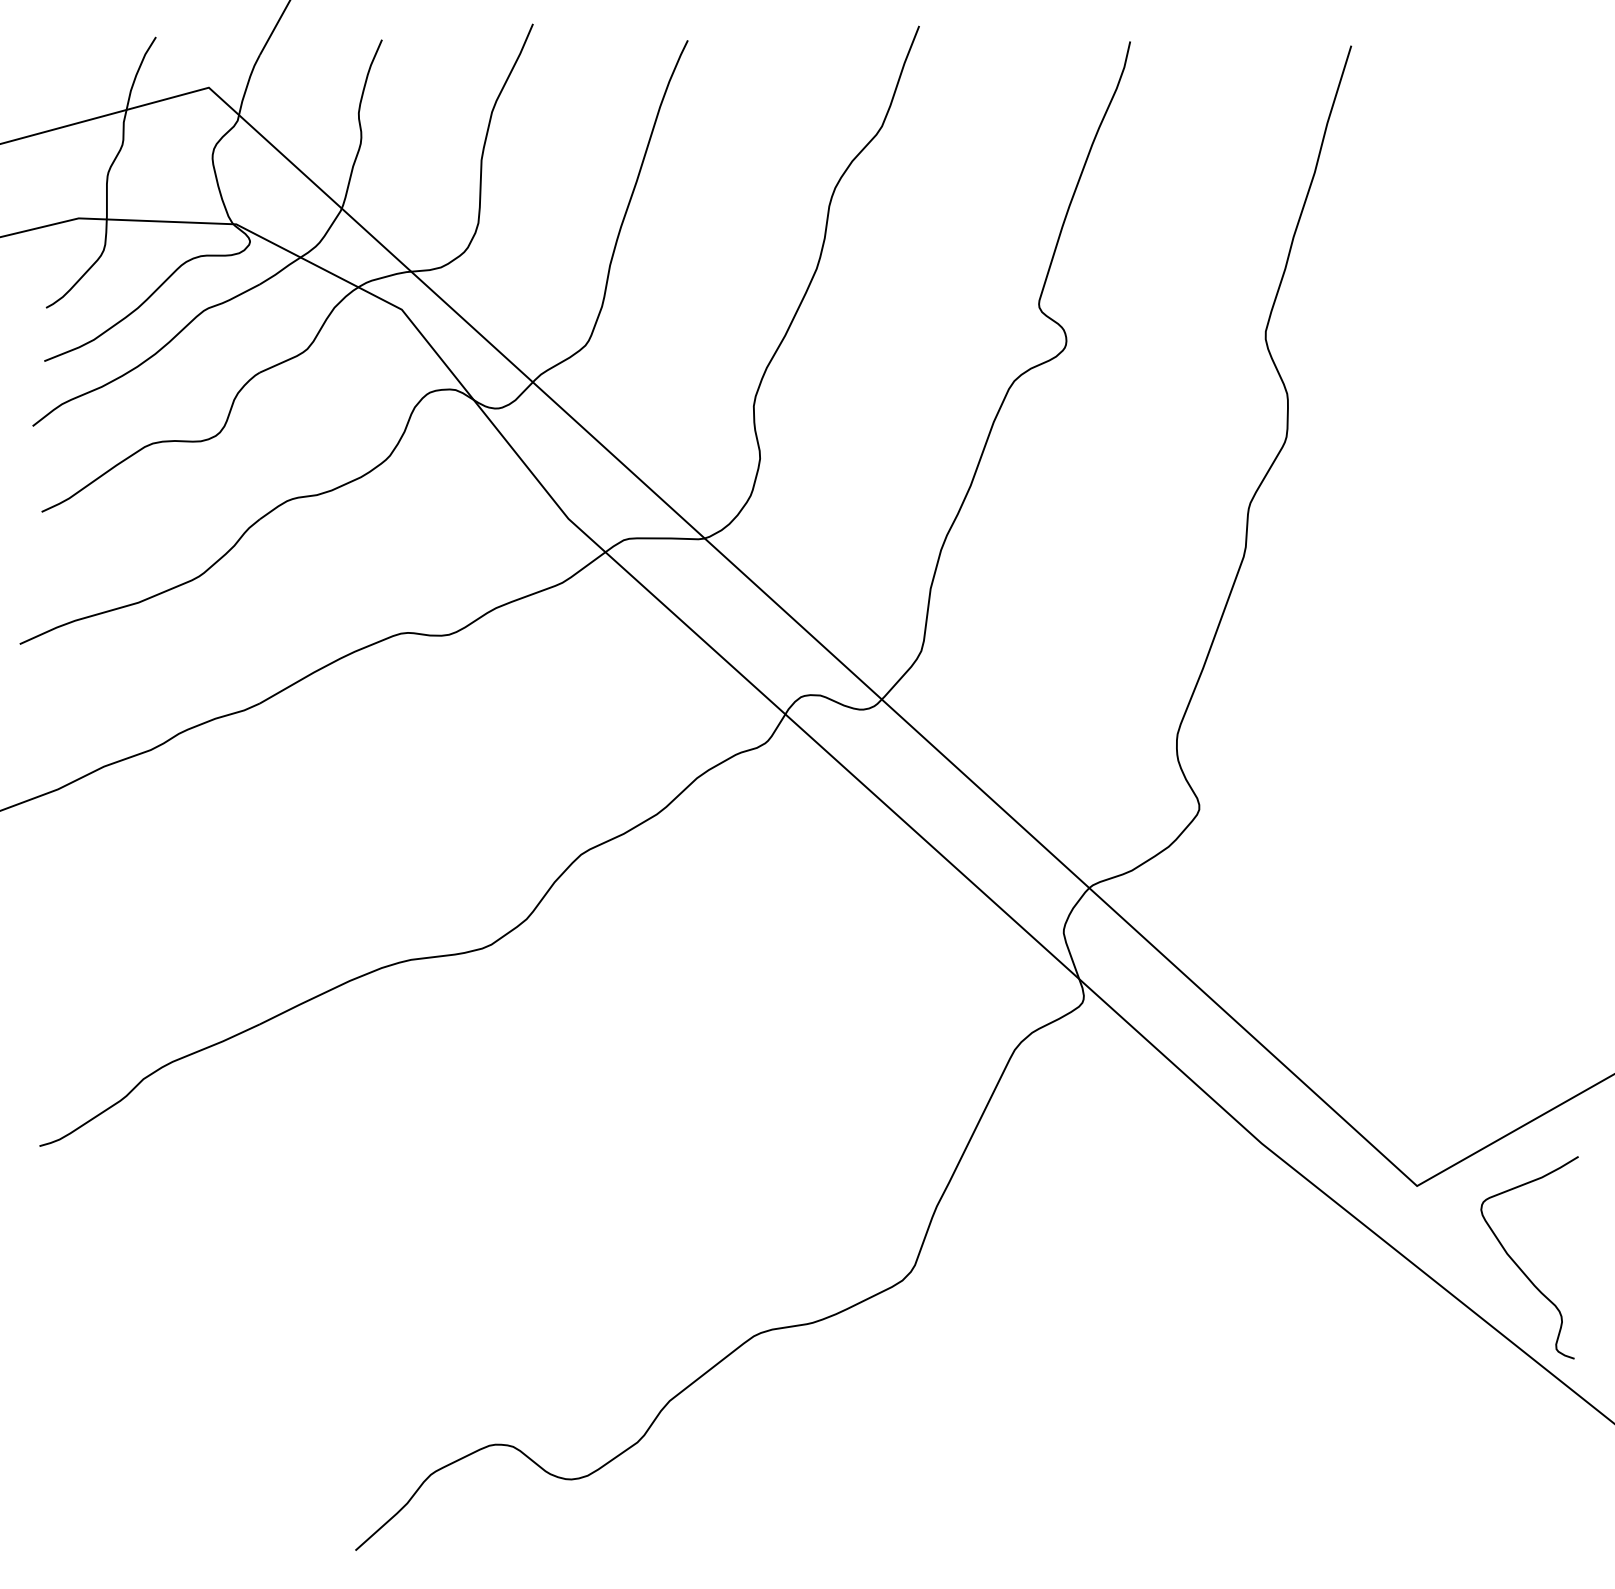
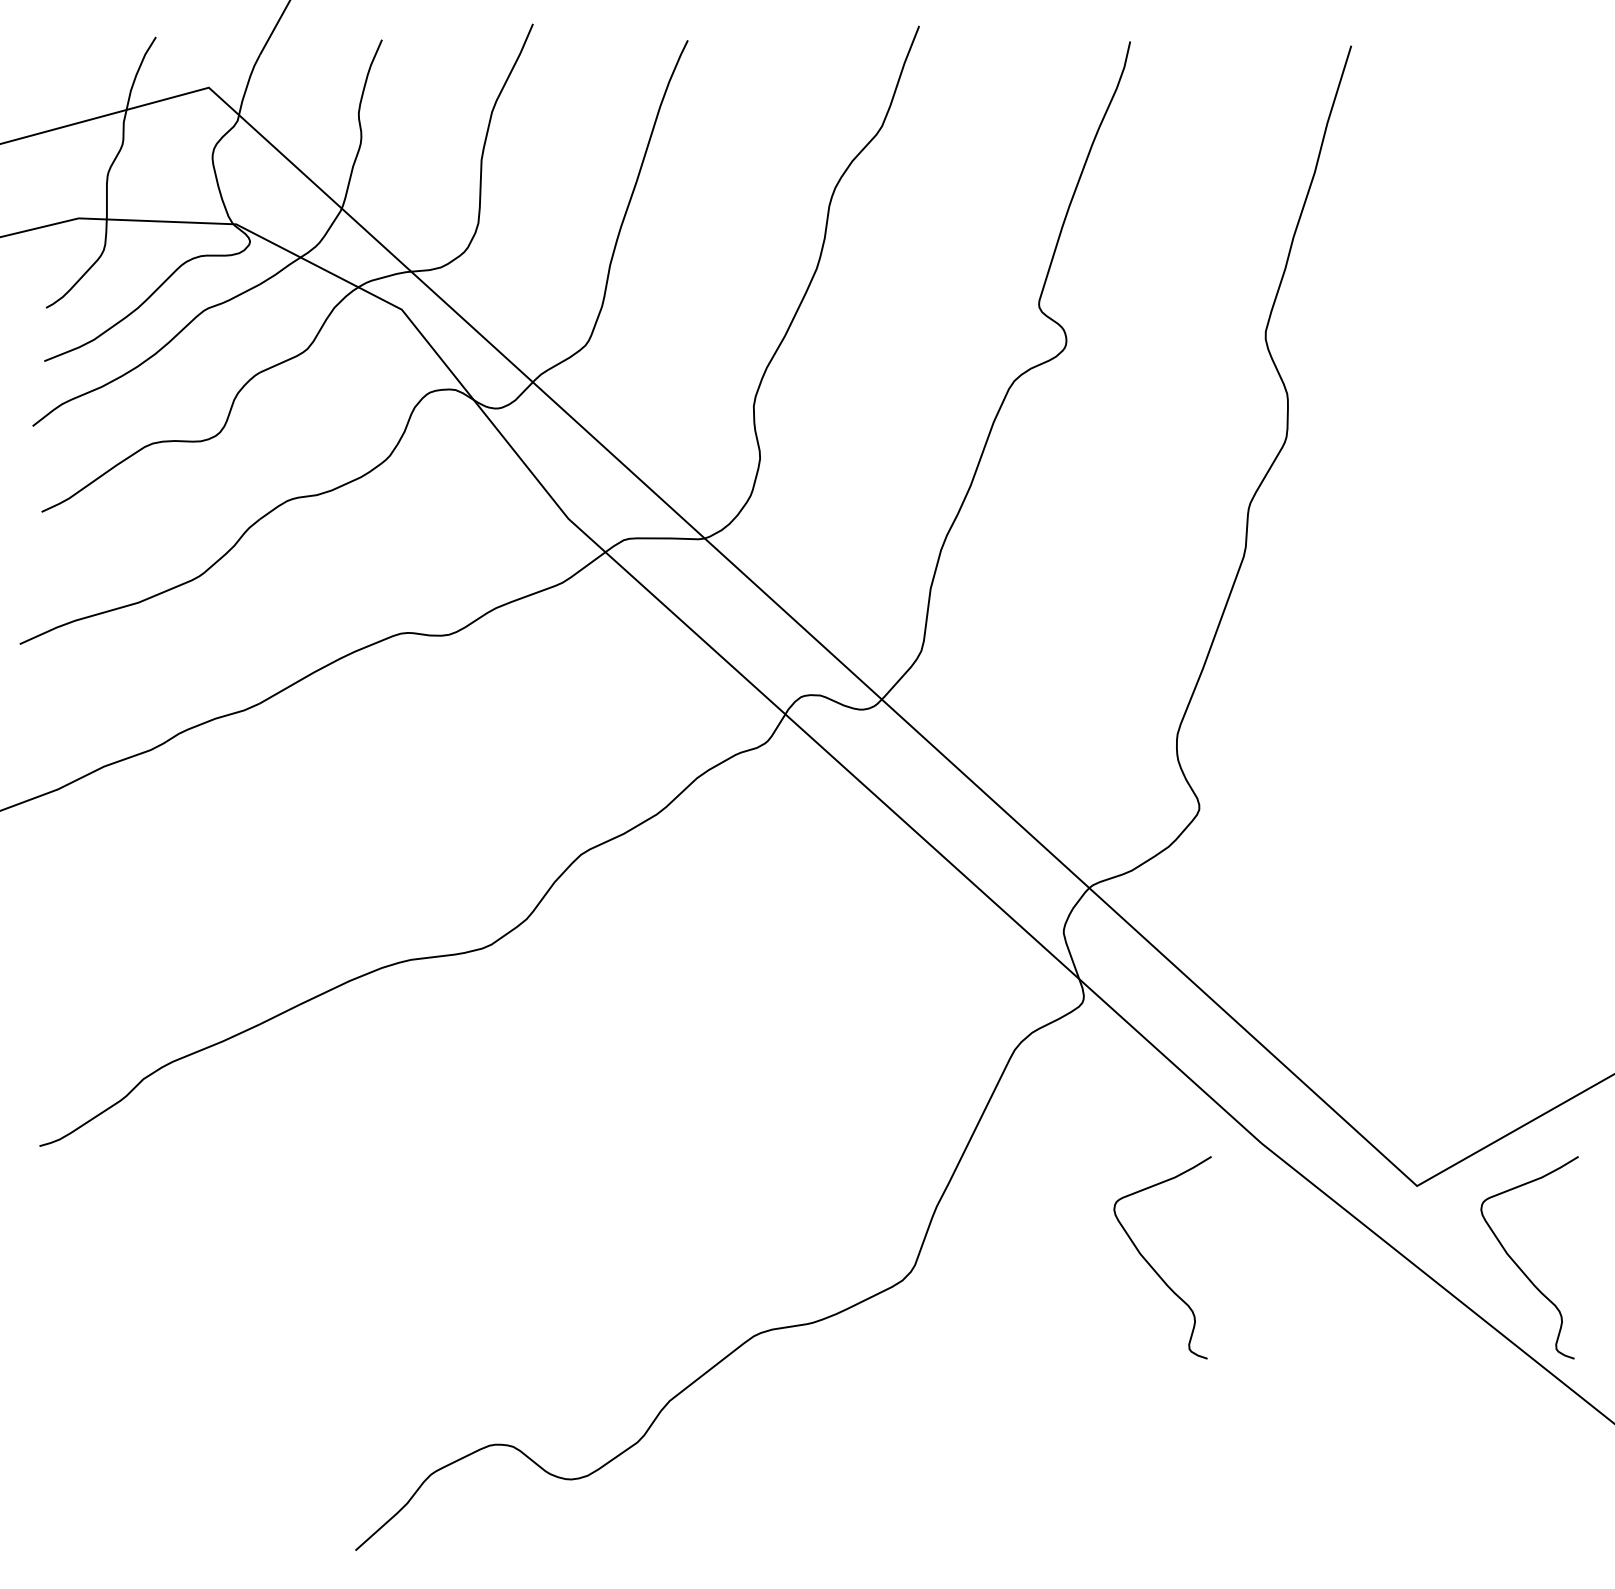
curve at (1152, 1266): none -> present
